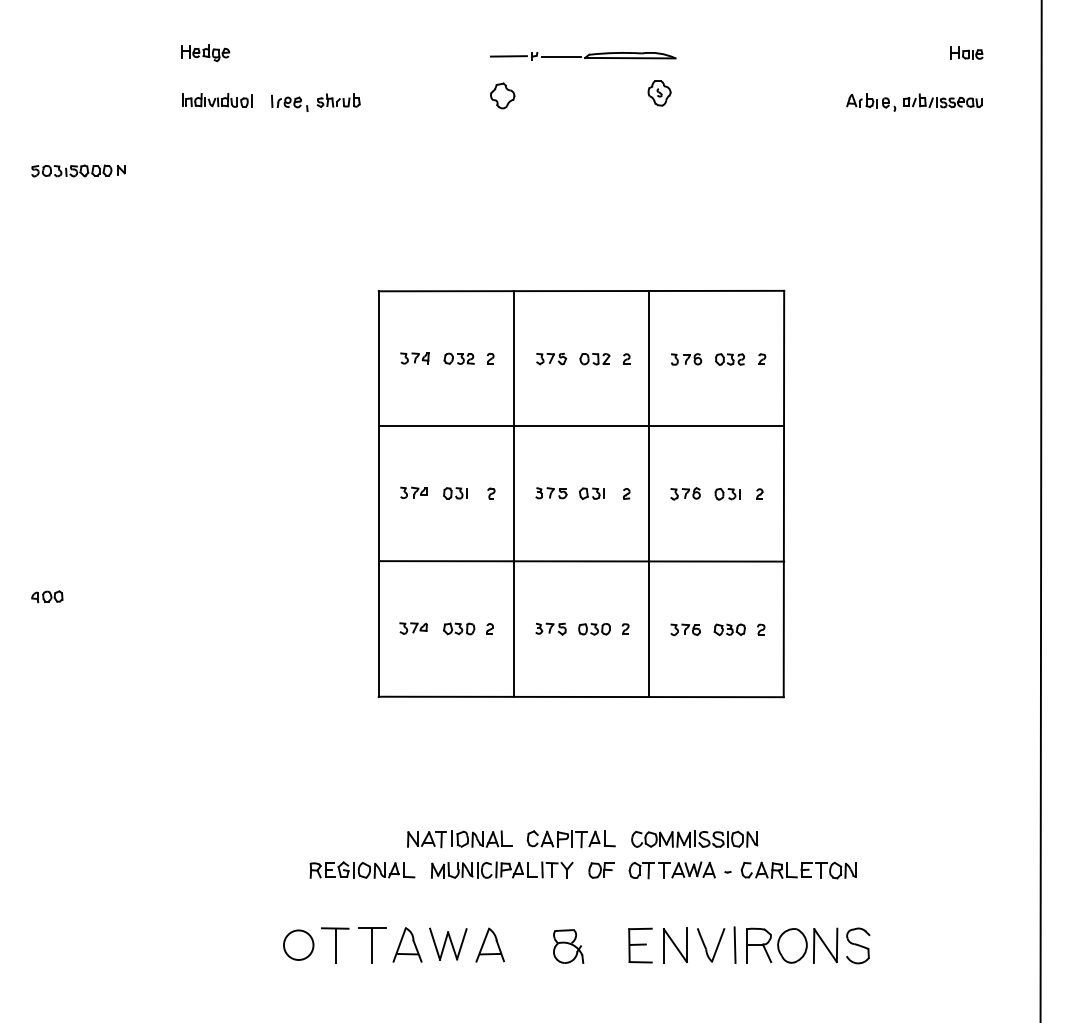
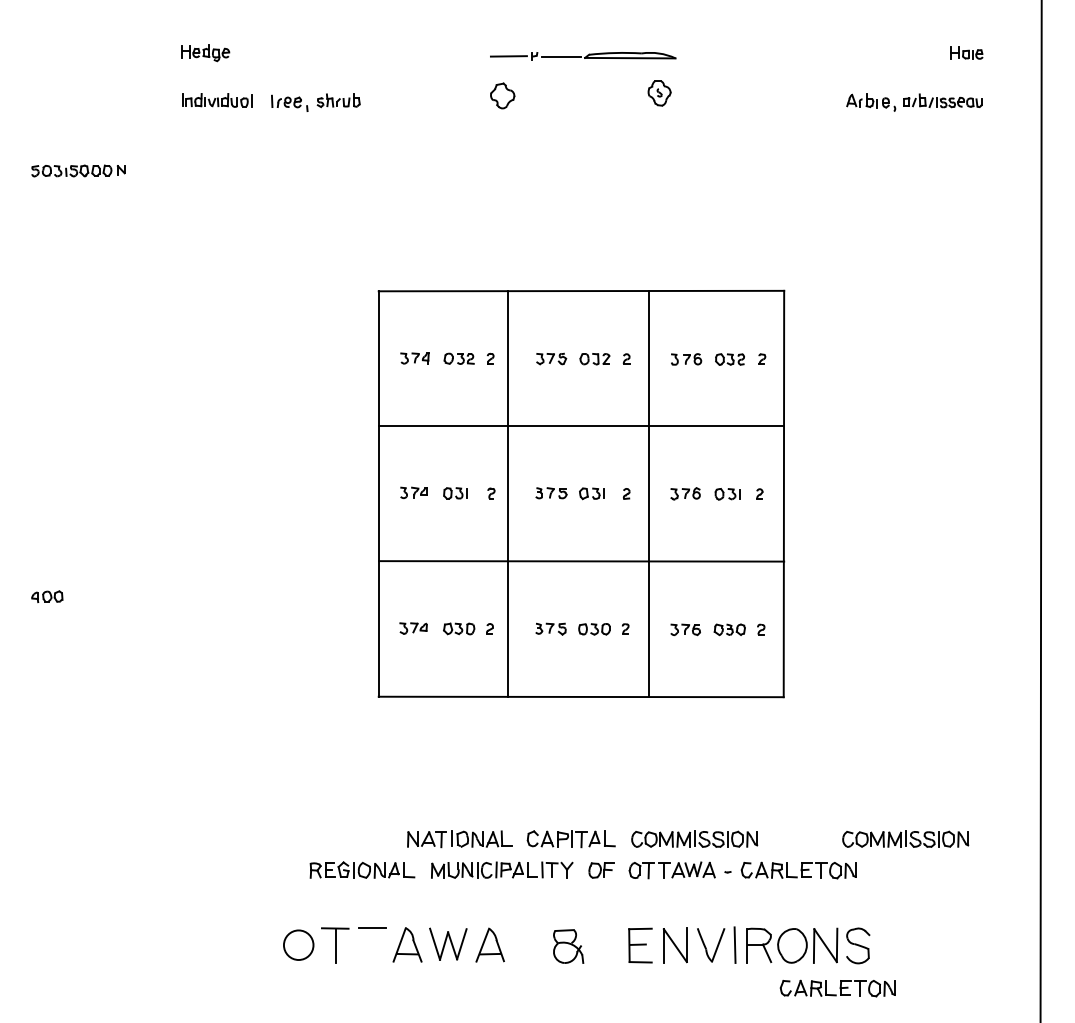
line at (513, 493) position: (513, 493) -> (507, 493)
part at (905, 838): none -> present
line at (371, 946): present -> none
part at (837, 988): none -> present
